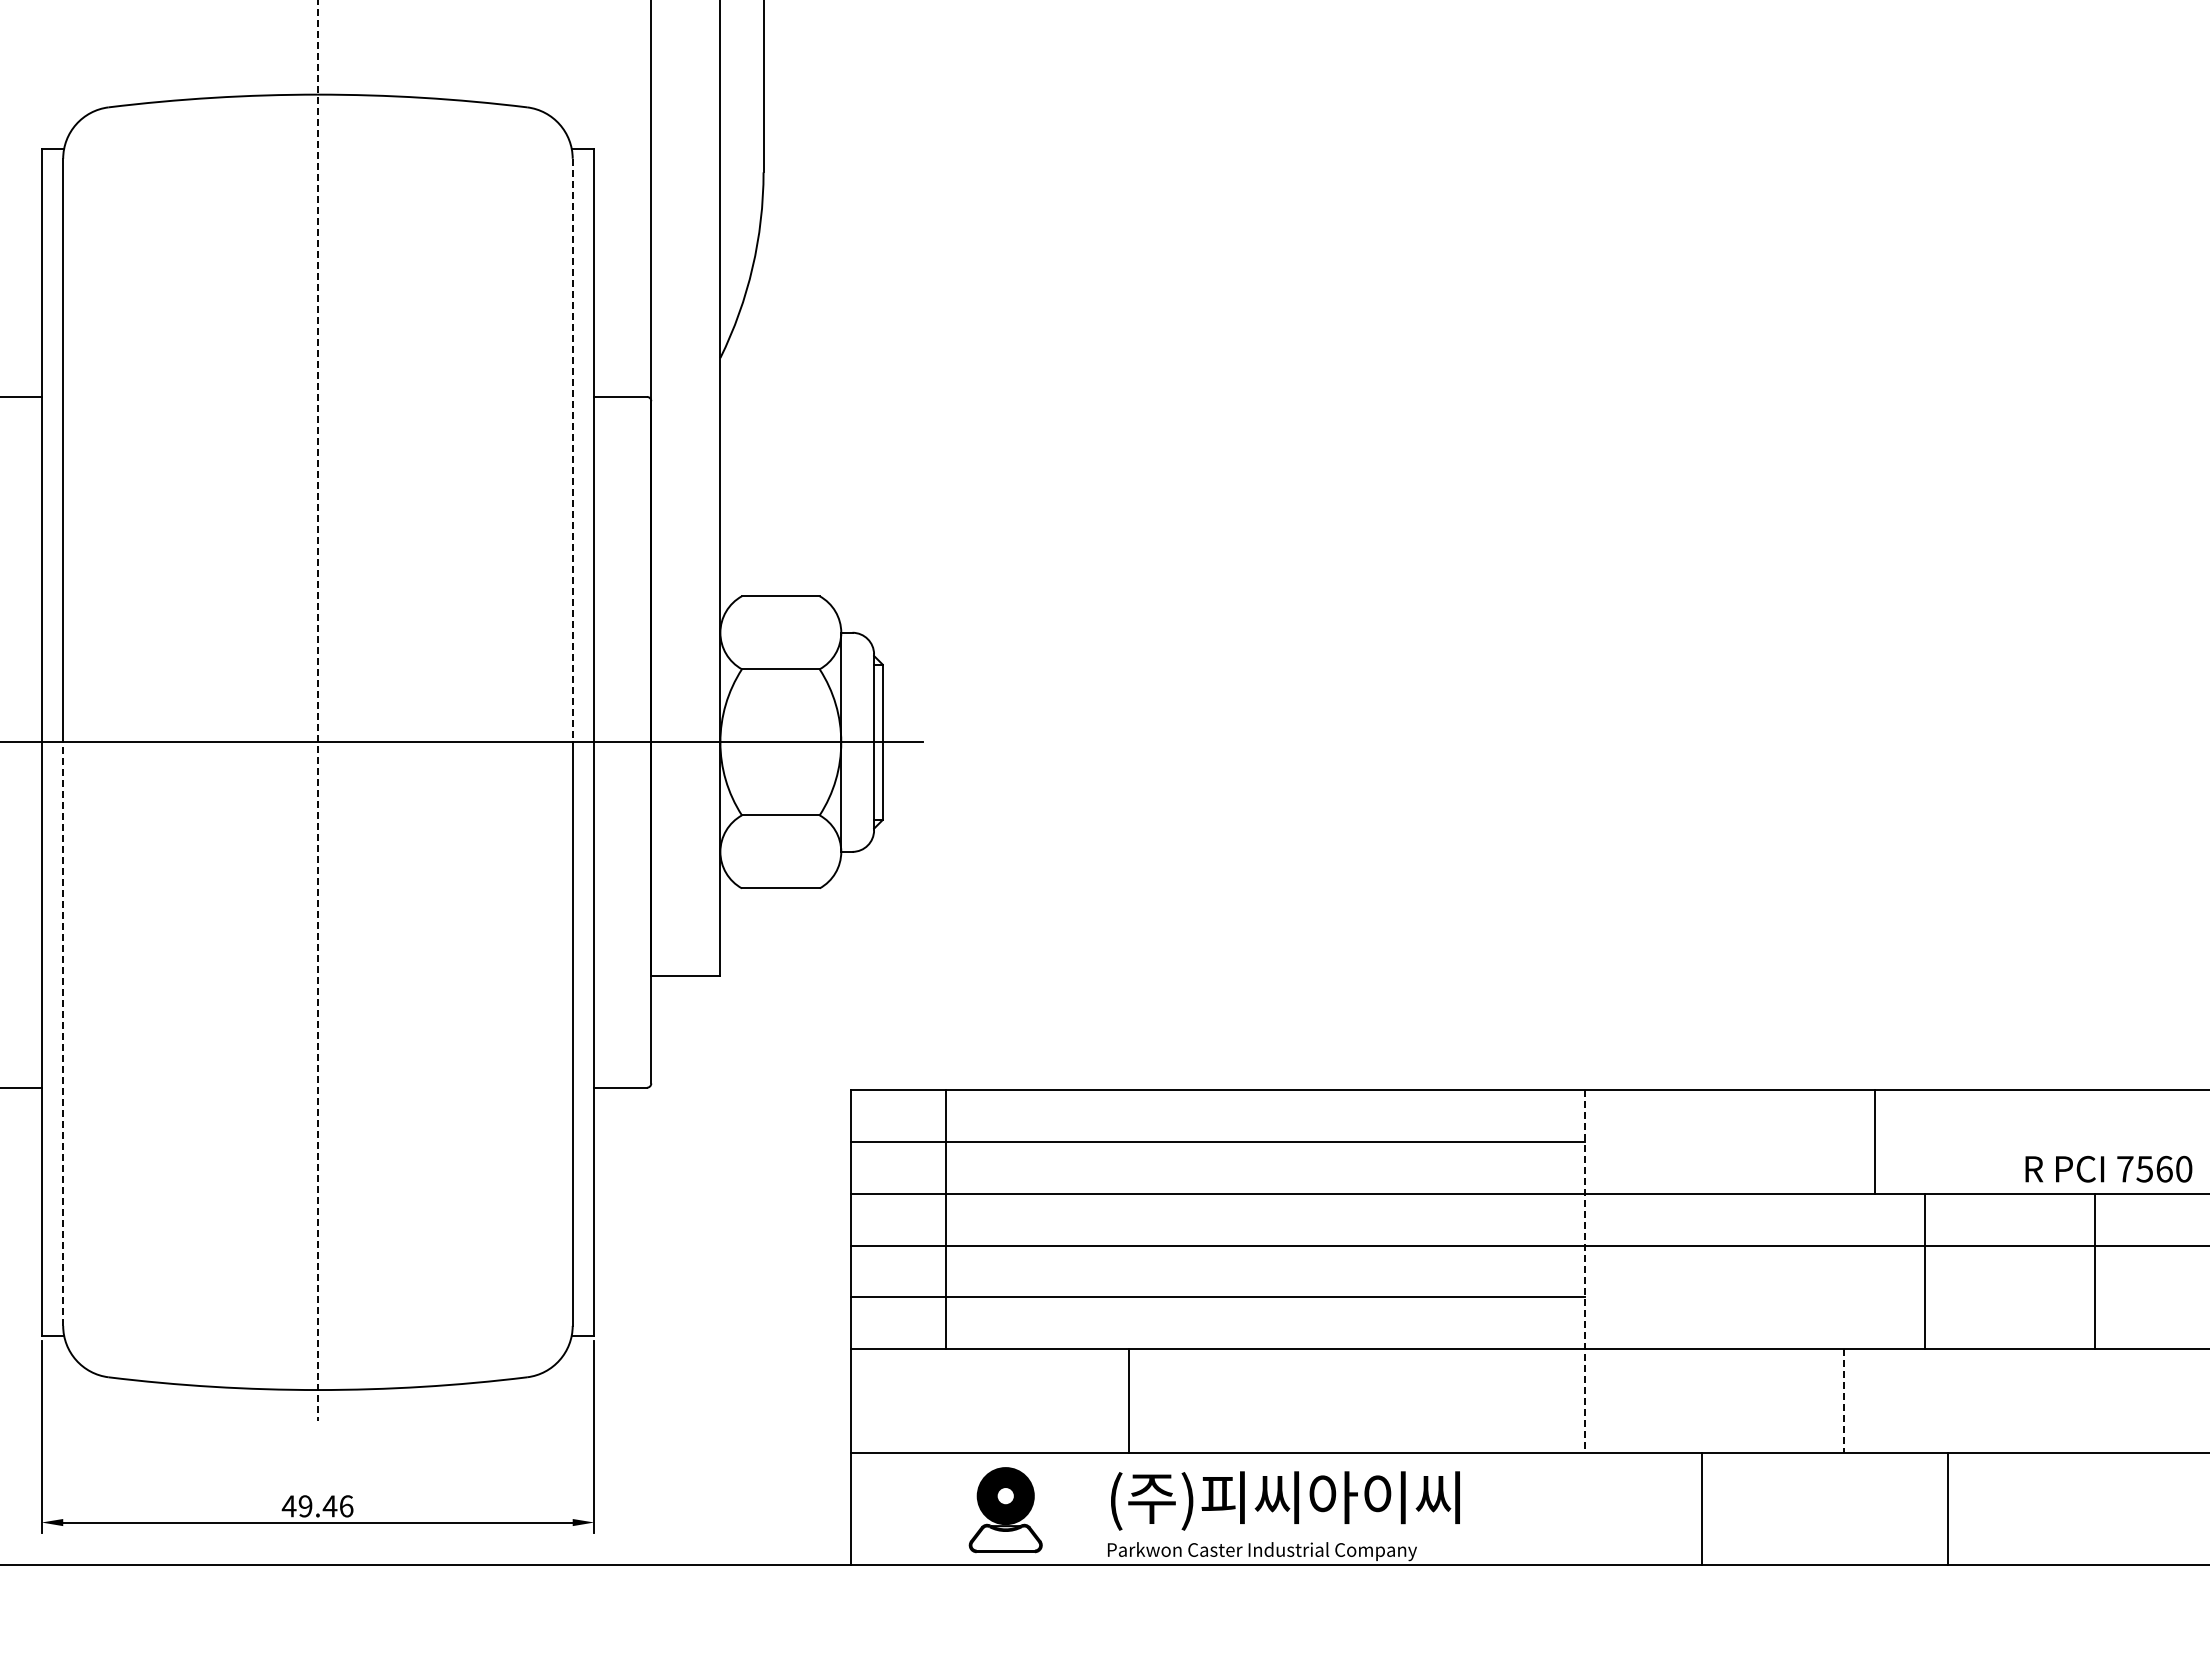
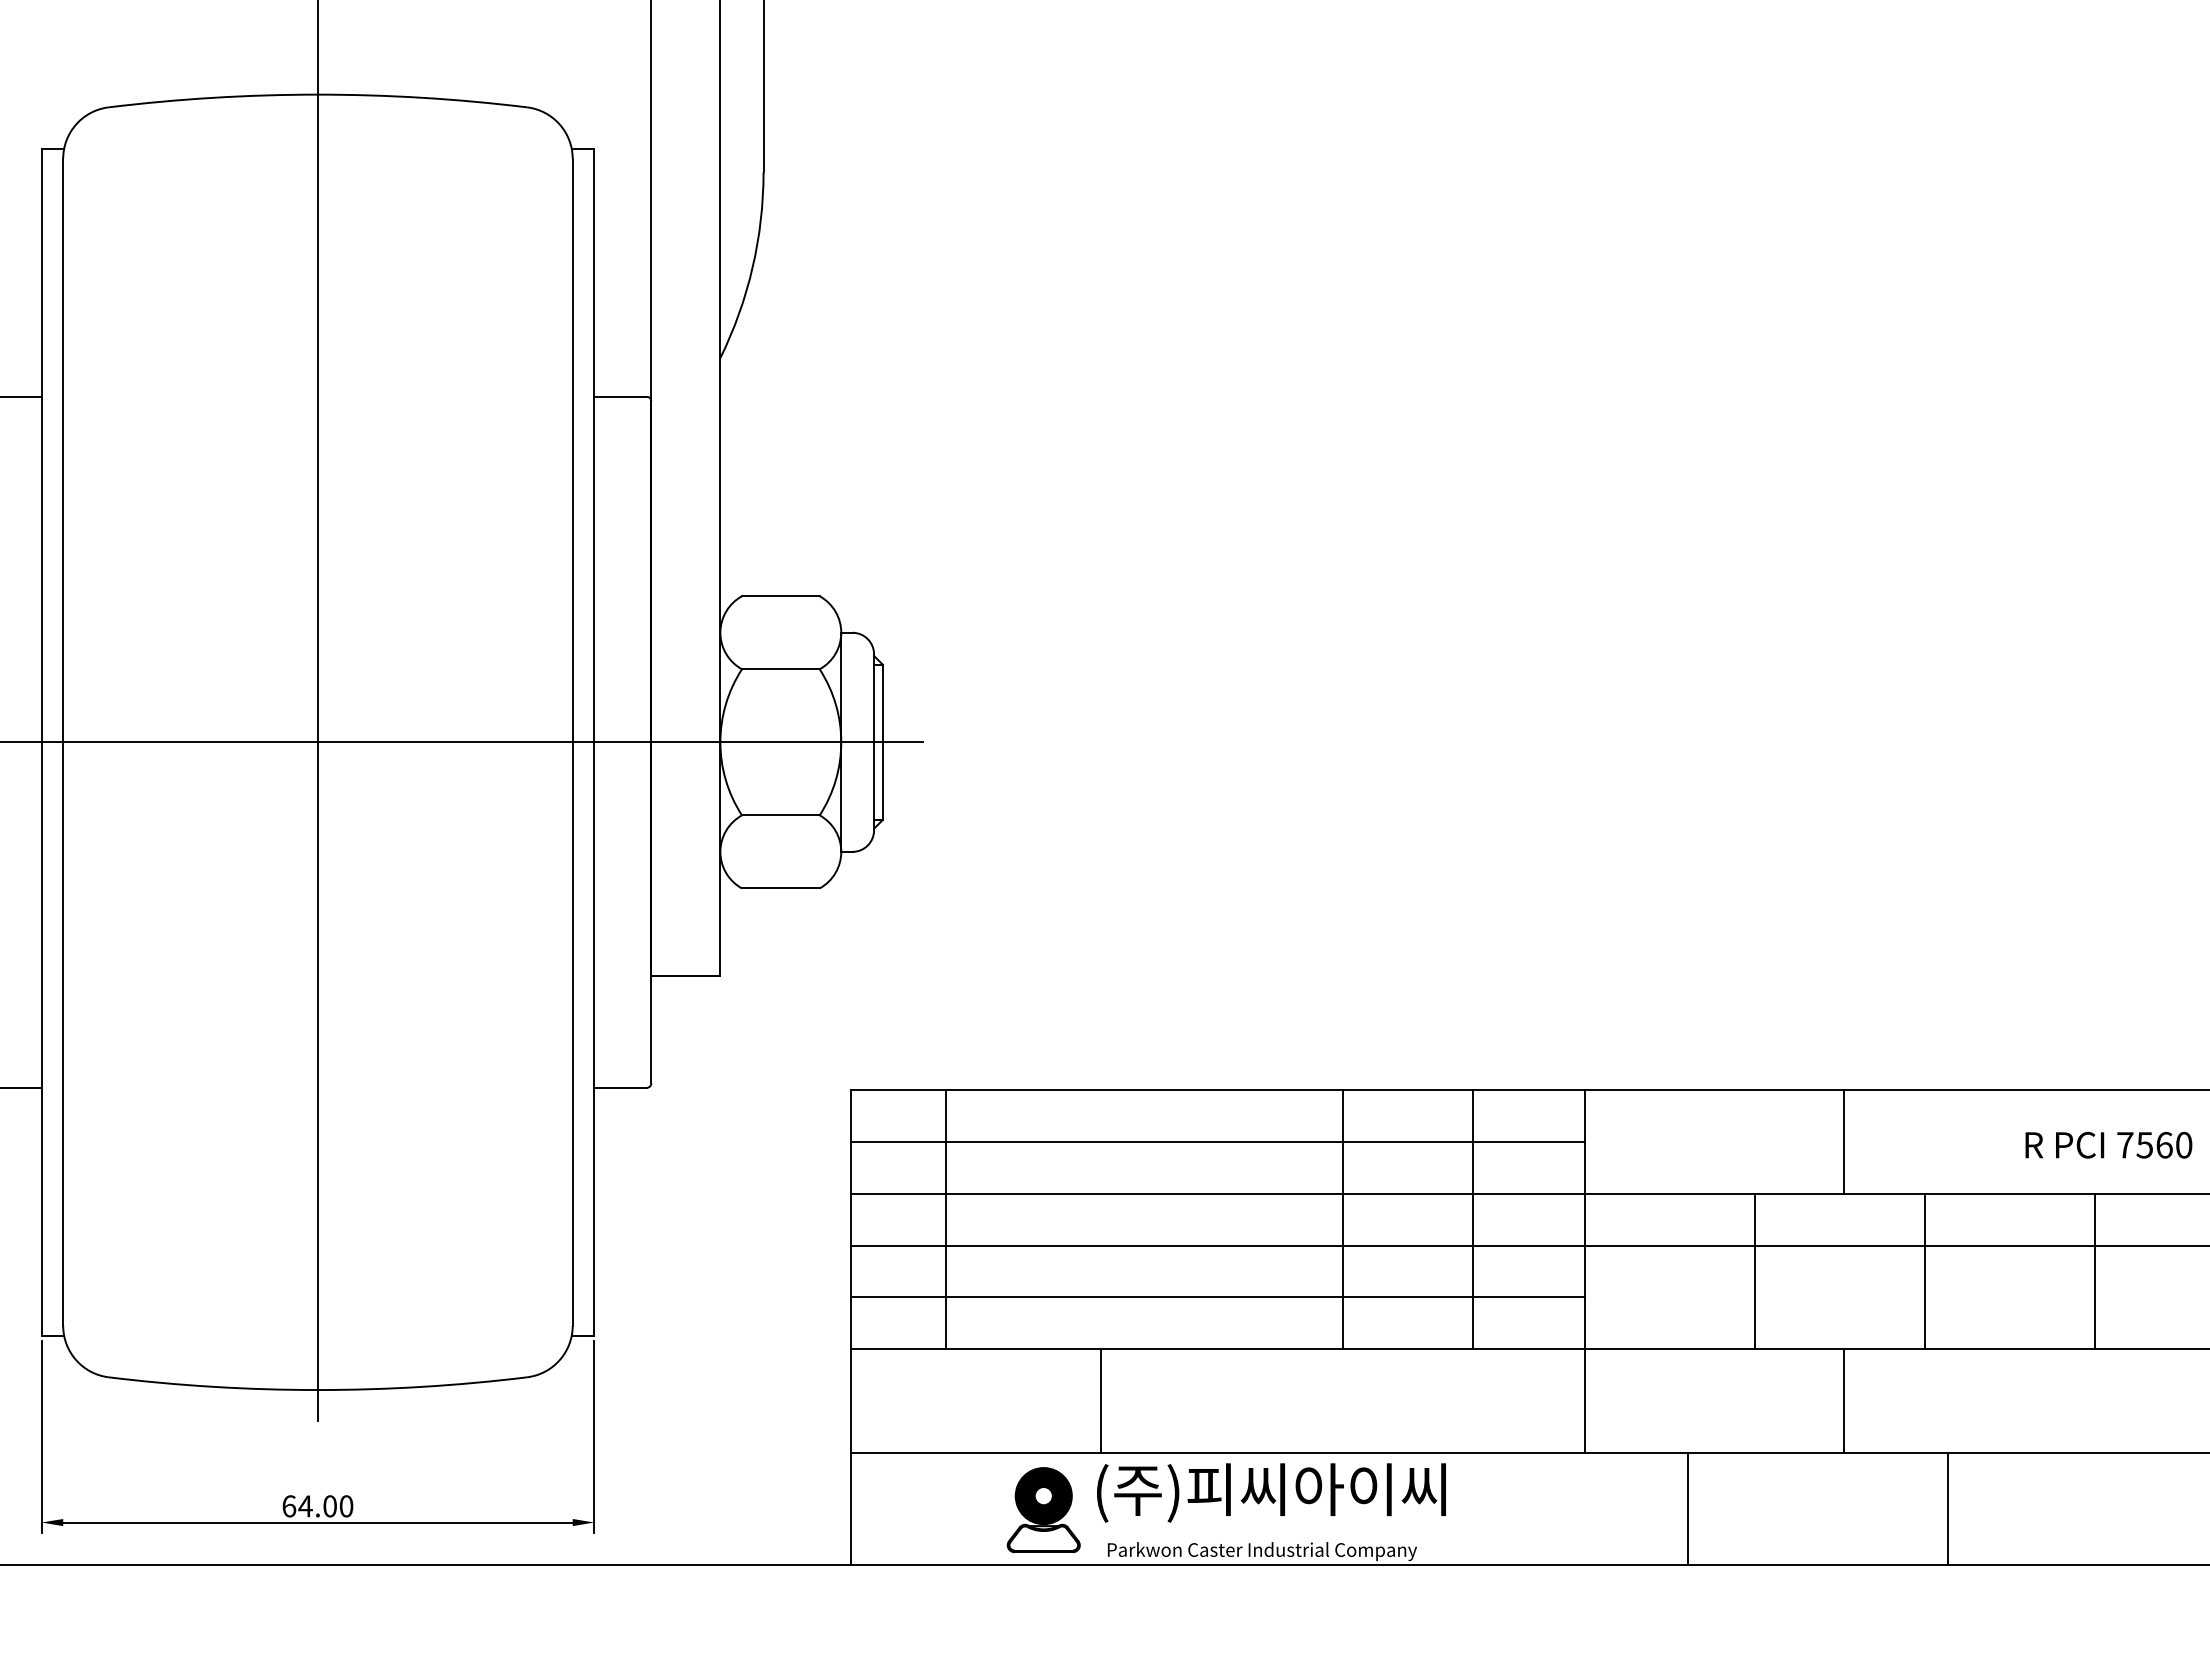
line at (572, 450): dashed -> solid
line at (317, 711): dashed -> solid
line at (63, 1034): dashed -> solid
line at (1874, 1141) position: (1874, 1141) -> (1843, 1141)
text at (2108, 1168) position: (2108, 1168) -> (2108, 1144)
line at (1343, 1219): none -> present
line at (1472, 1219): none -> present
line at (1754, 1271): none -> present
line at (1584, 1272): dashed -> solid
line at (1129, 1400) position: (1129, 1400) -> (1101, 1400)
line at (1843, 1401): dashed -> solid
text at (1285, 1500) position: (1285, 1500) -> (1271, 1492)
text at (317, 1506): 49.46 -> 64.00
line at (1702, 1508) position: (1702, 1508) -> (1688, 1508)
part at (1005, 1510) position: (1005, 1510) -> (1043, 1510)
